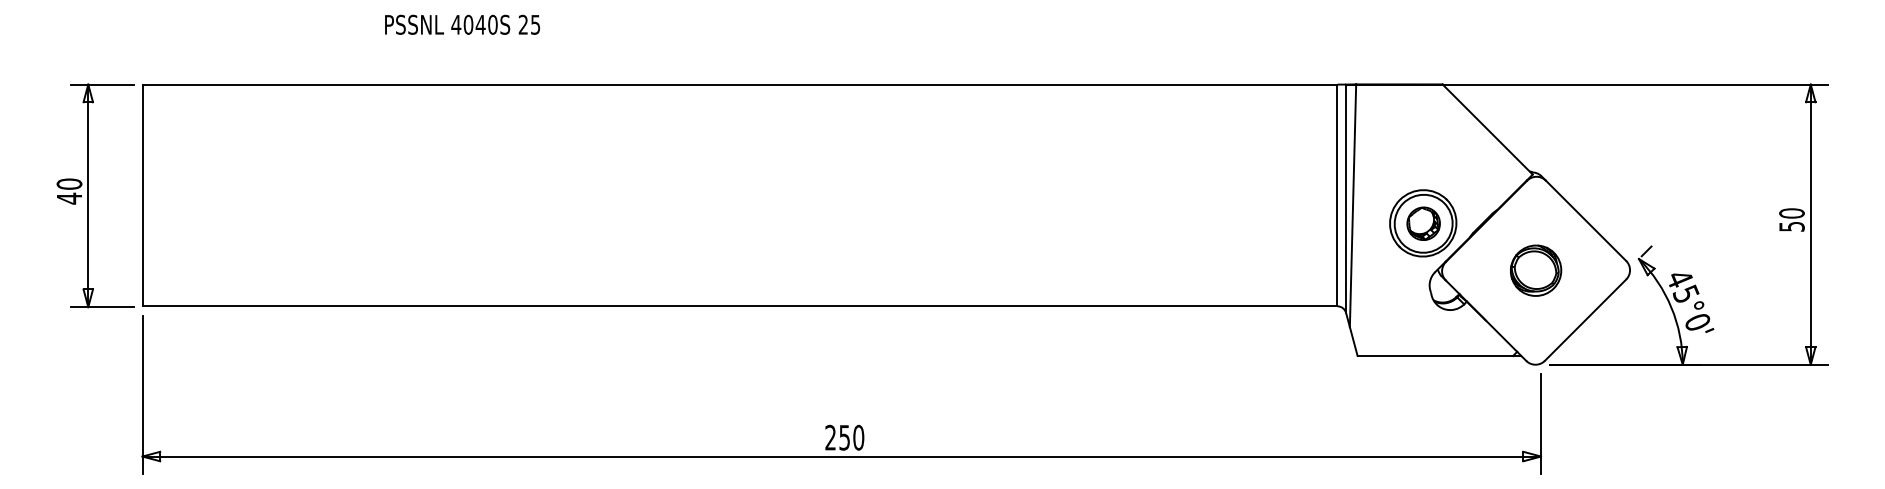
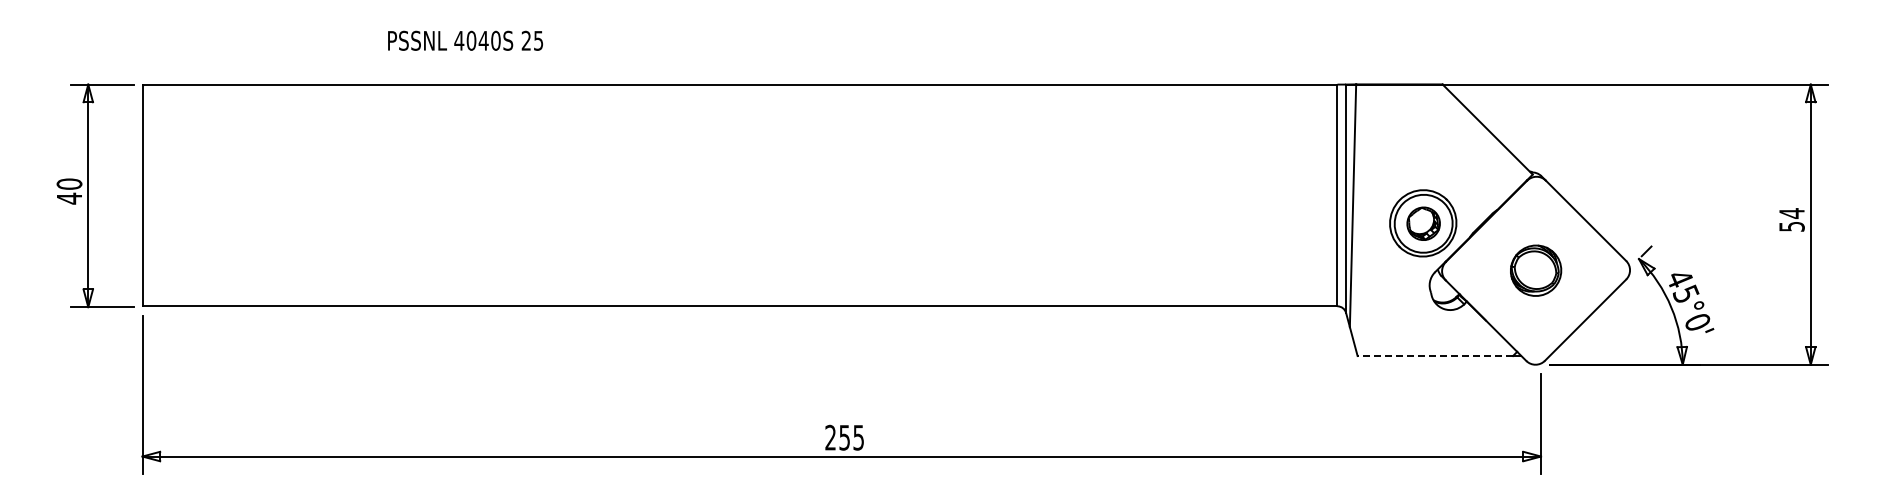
text at (462, 24) position: (462, 24) -> (465, 40)
text at (1791, 213): 50 -> 54
line at (1435, 356): solid -> dashed
text at (858, 437): 250 -> 255
